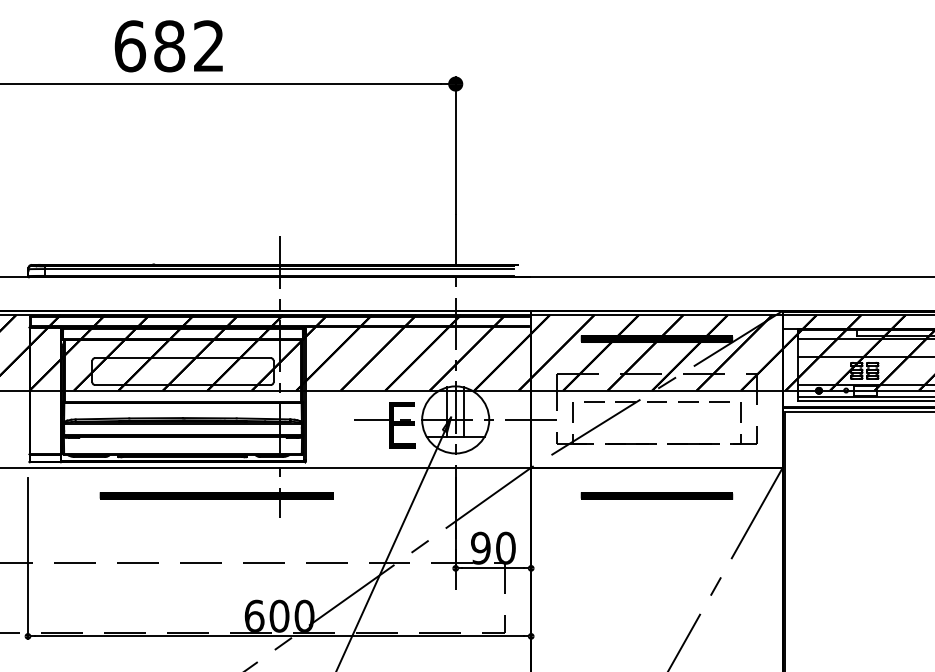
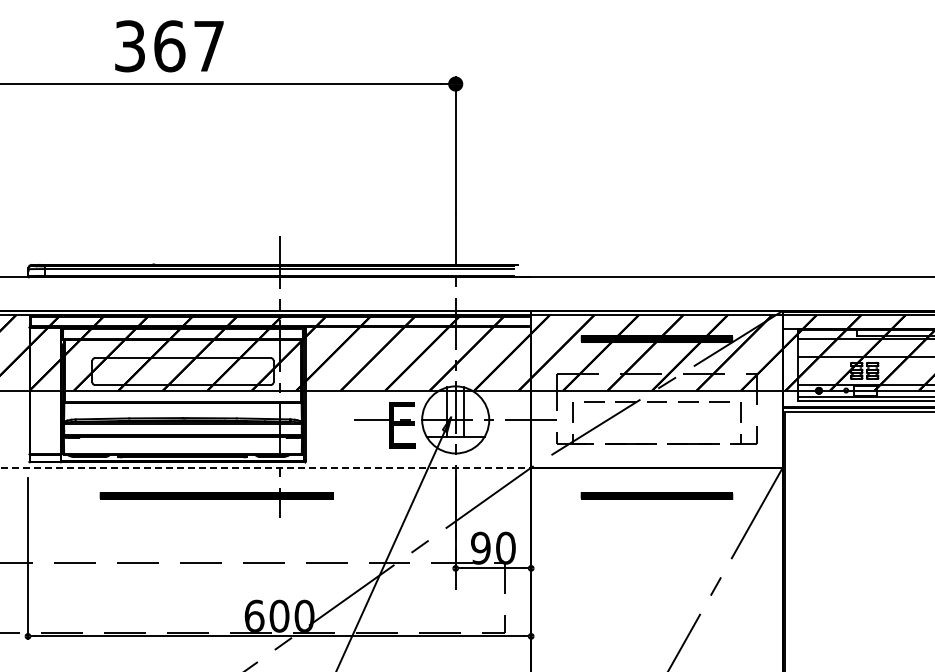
text at (168, 46): 682 -> 367
line at (266, 467): solid -> dashed
